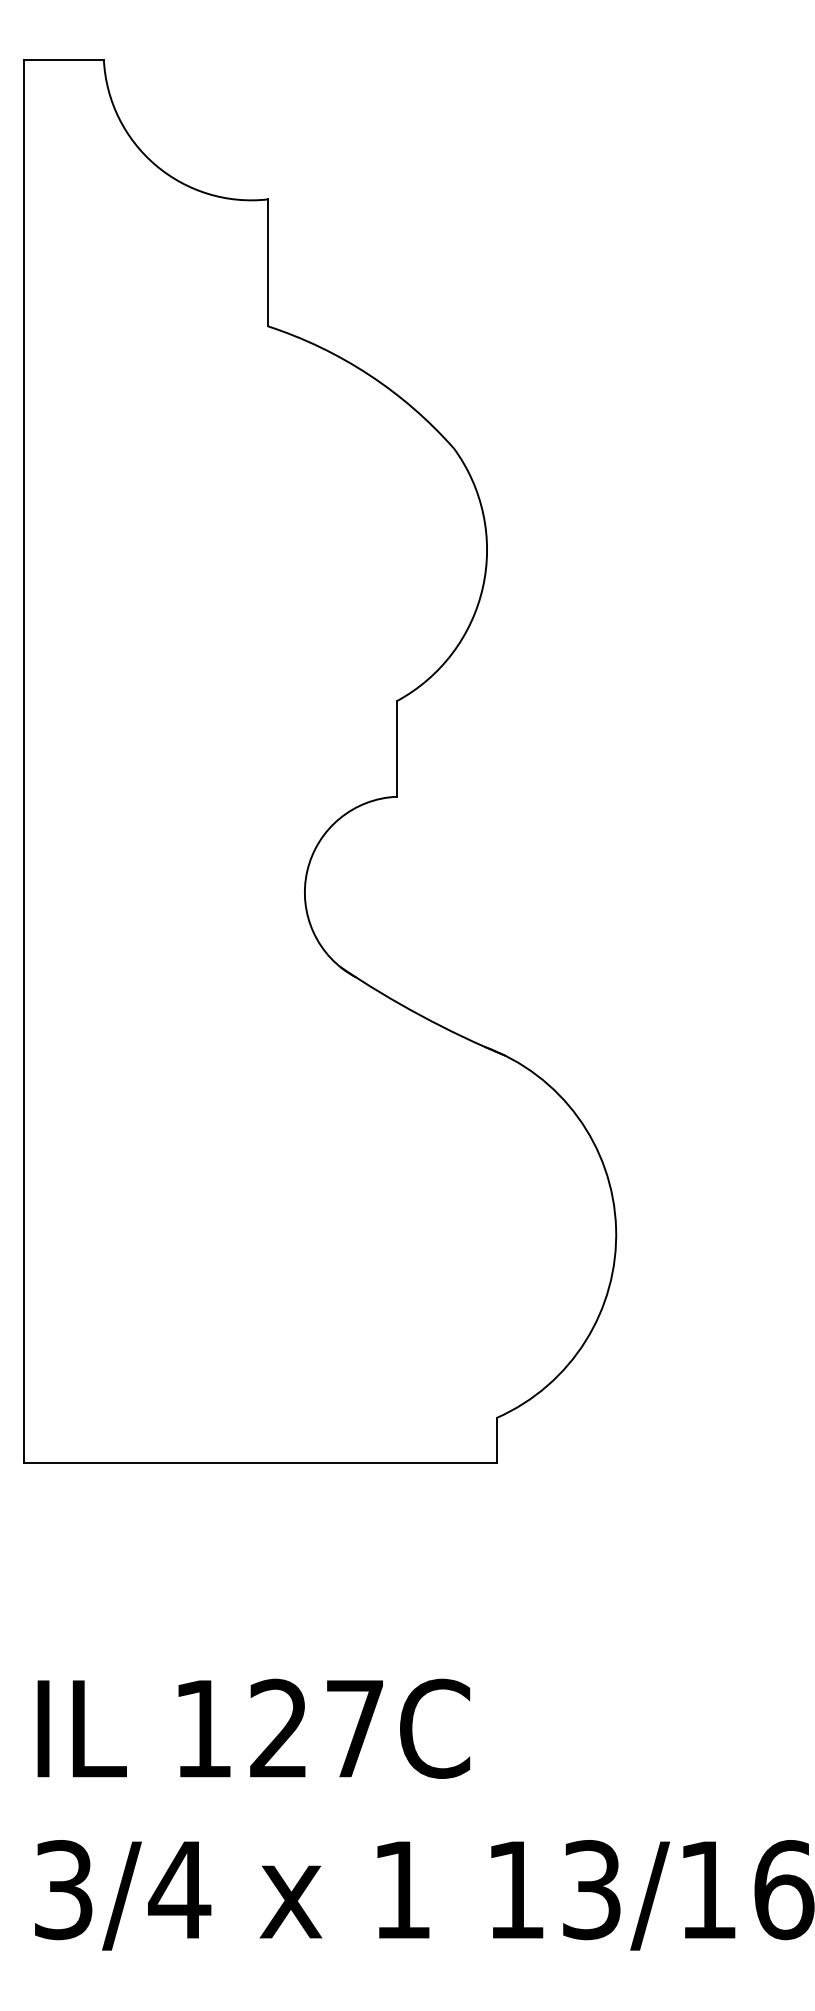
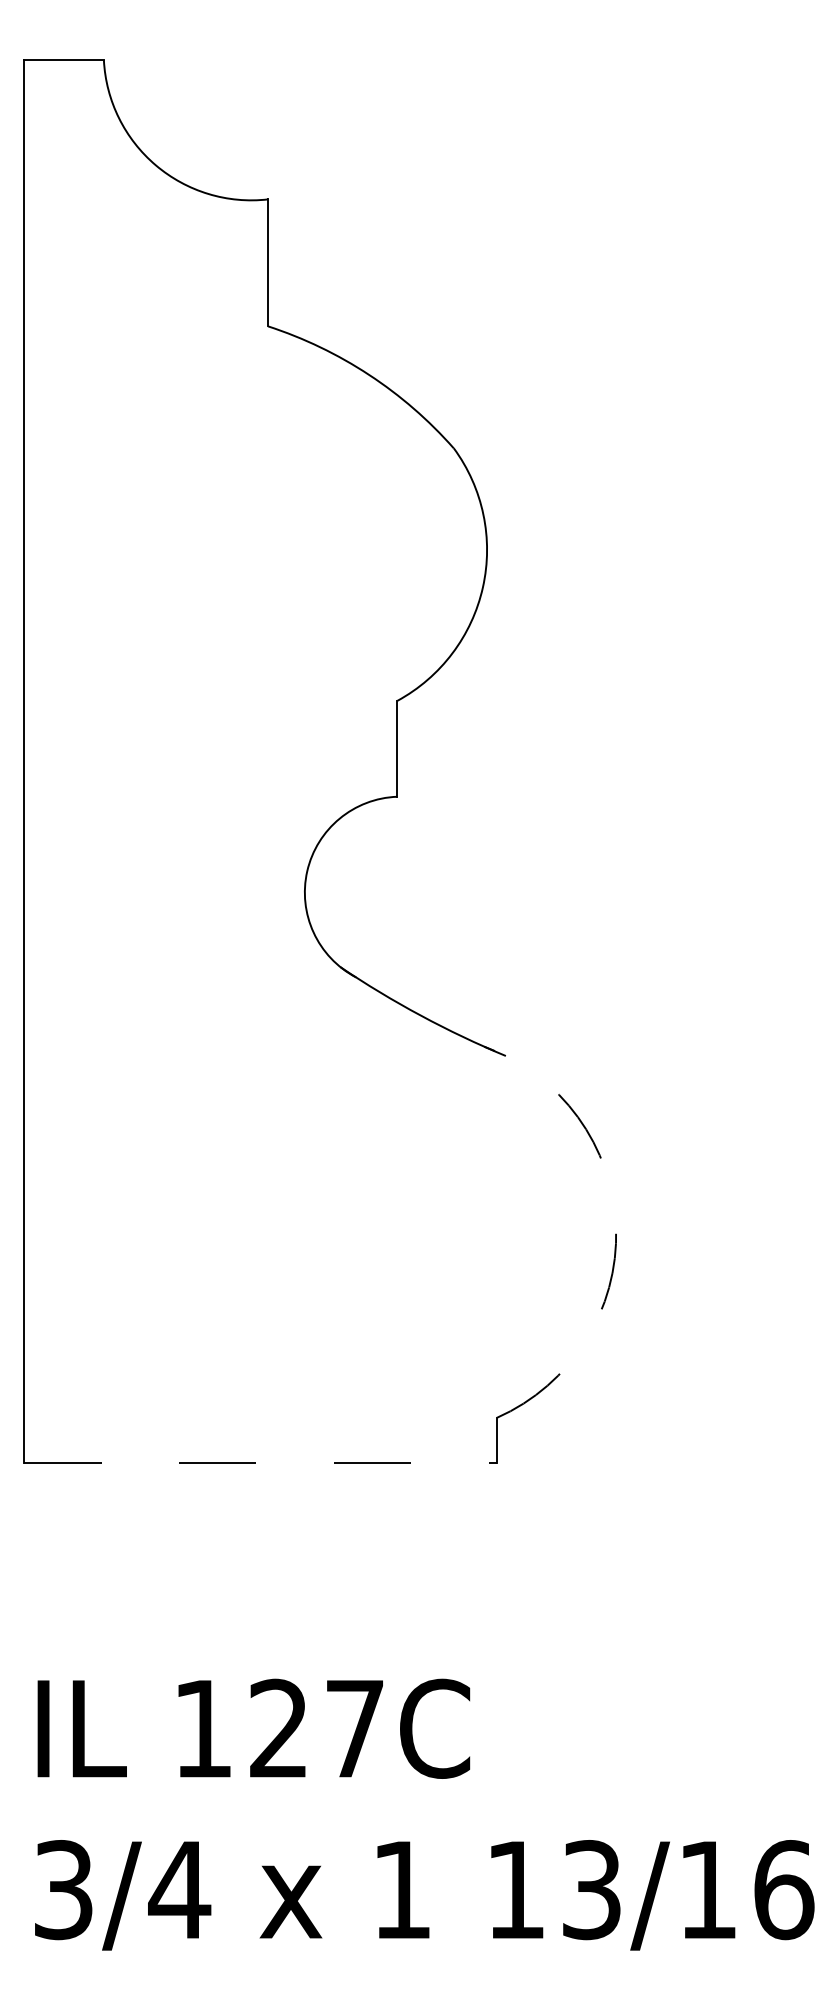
arc at (616, 1228): solid -> dashed
line at (261, 1462): solid -> dashed
